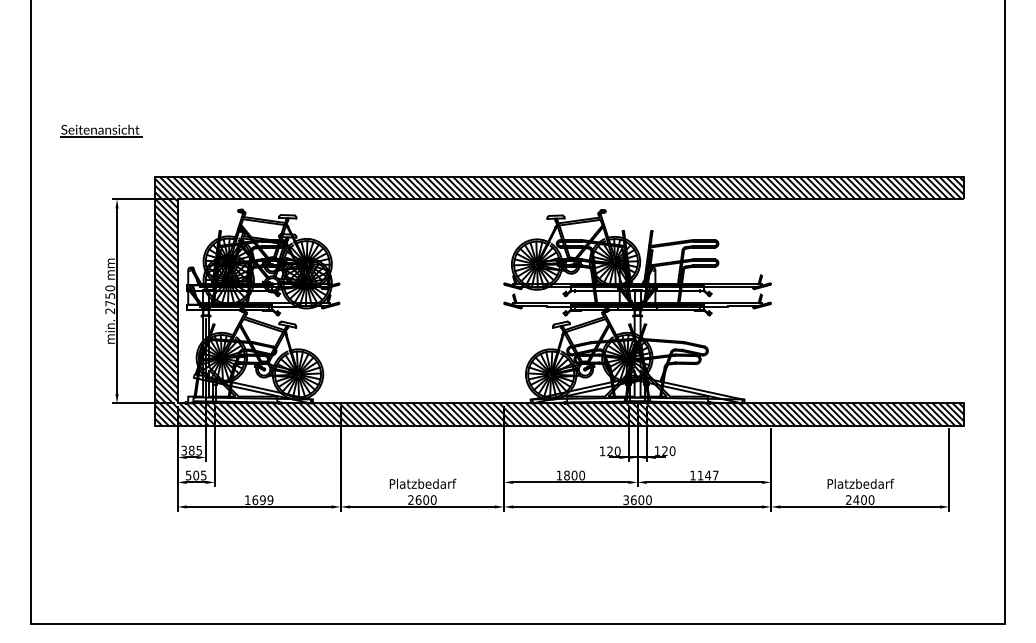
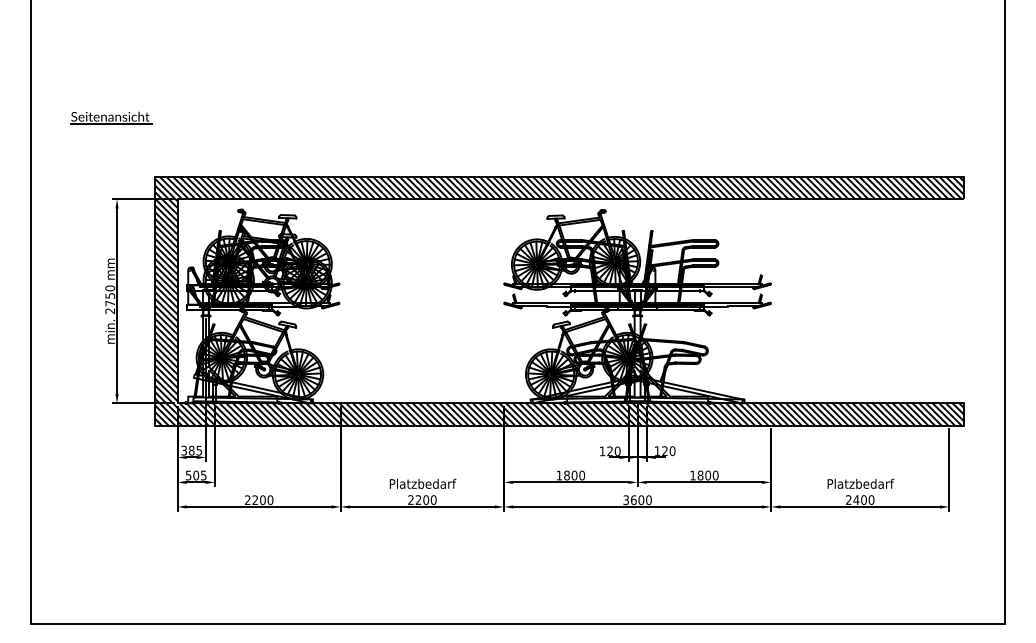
part at (101, 130) position: (101, 130) -> (111, 117)
text at (707, 475): 1147 -> 1800
text at (418, 499): 2600 -> 2200
text at (258, 500): 1699 -> 2200
